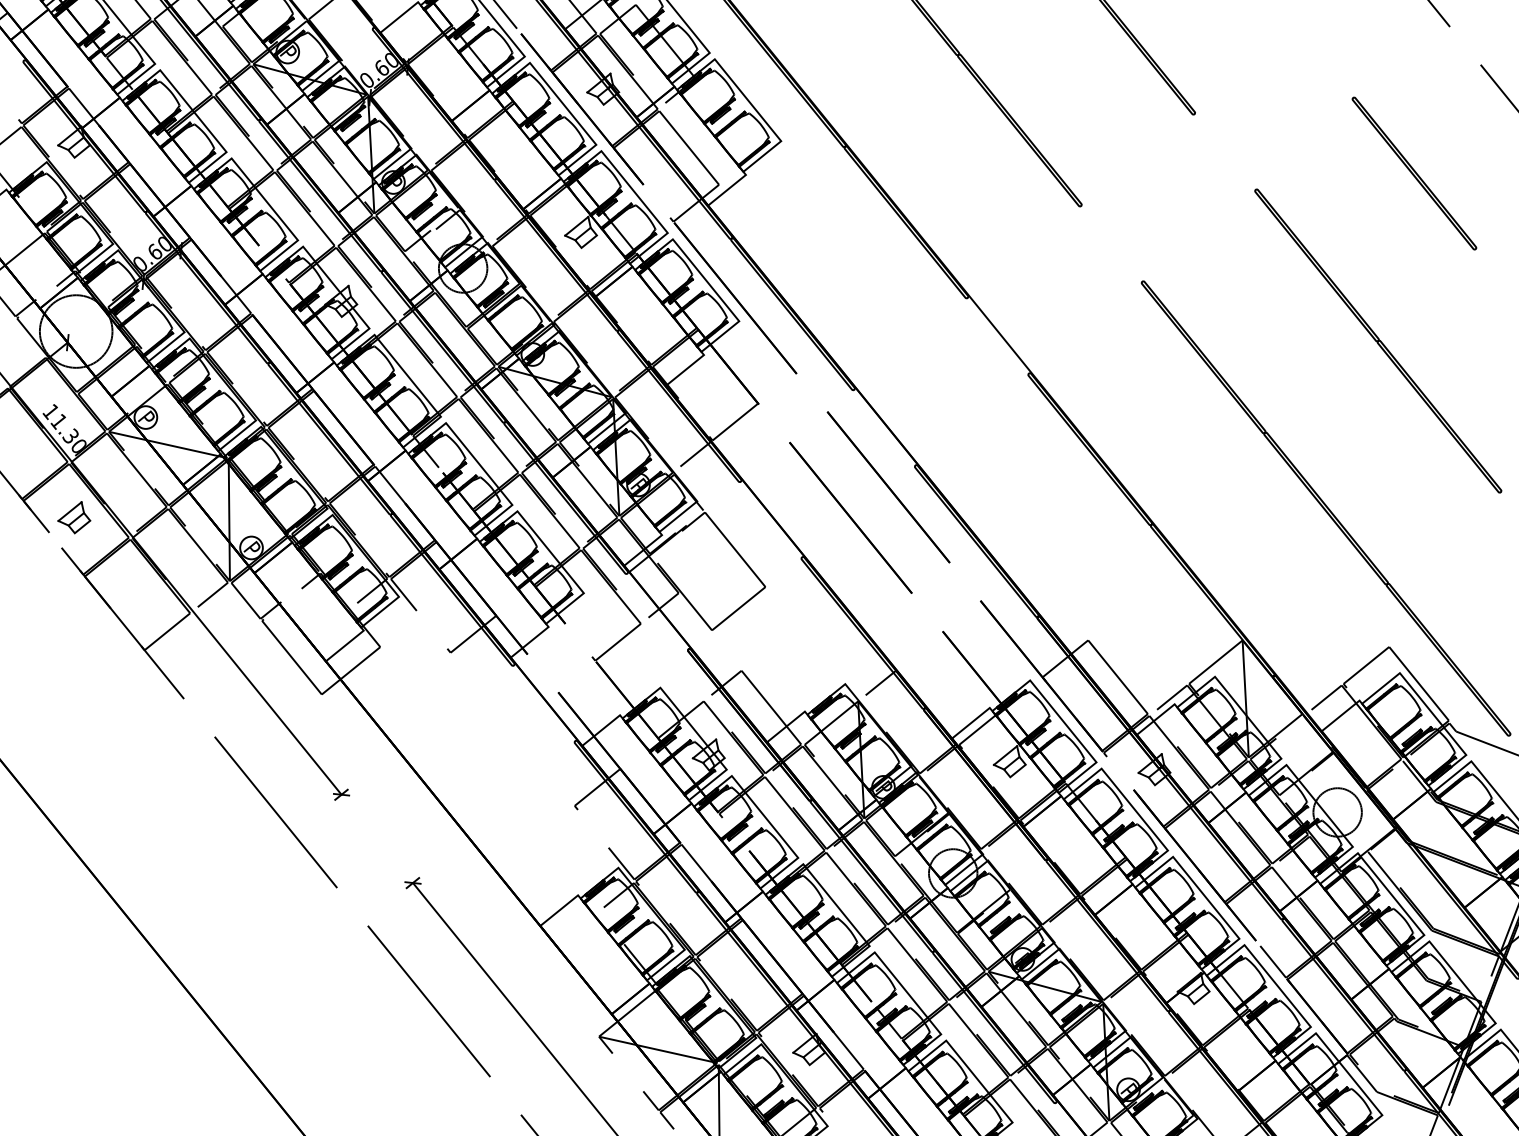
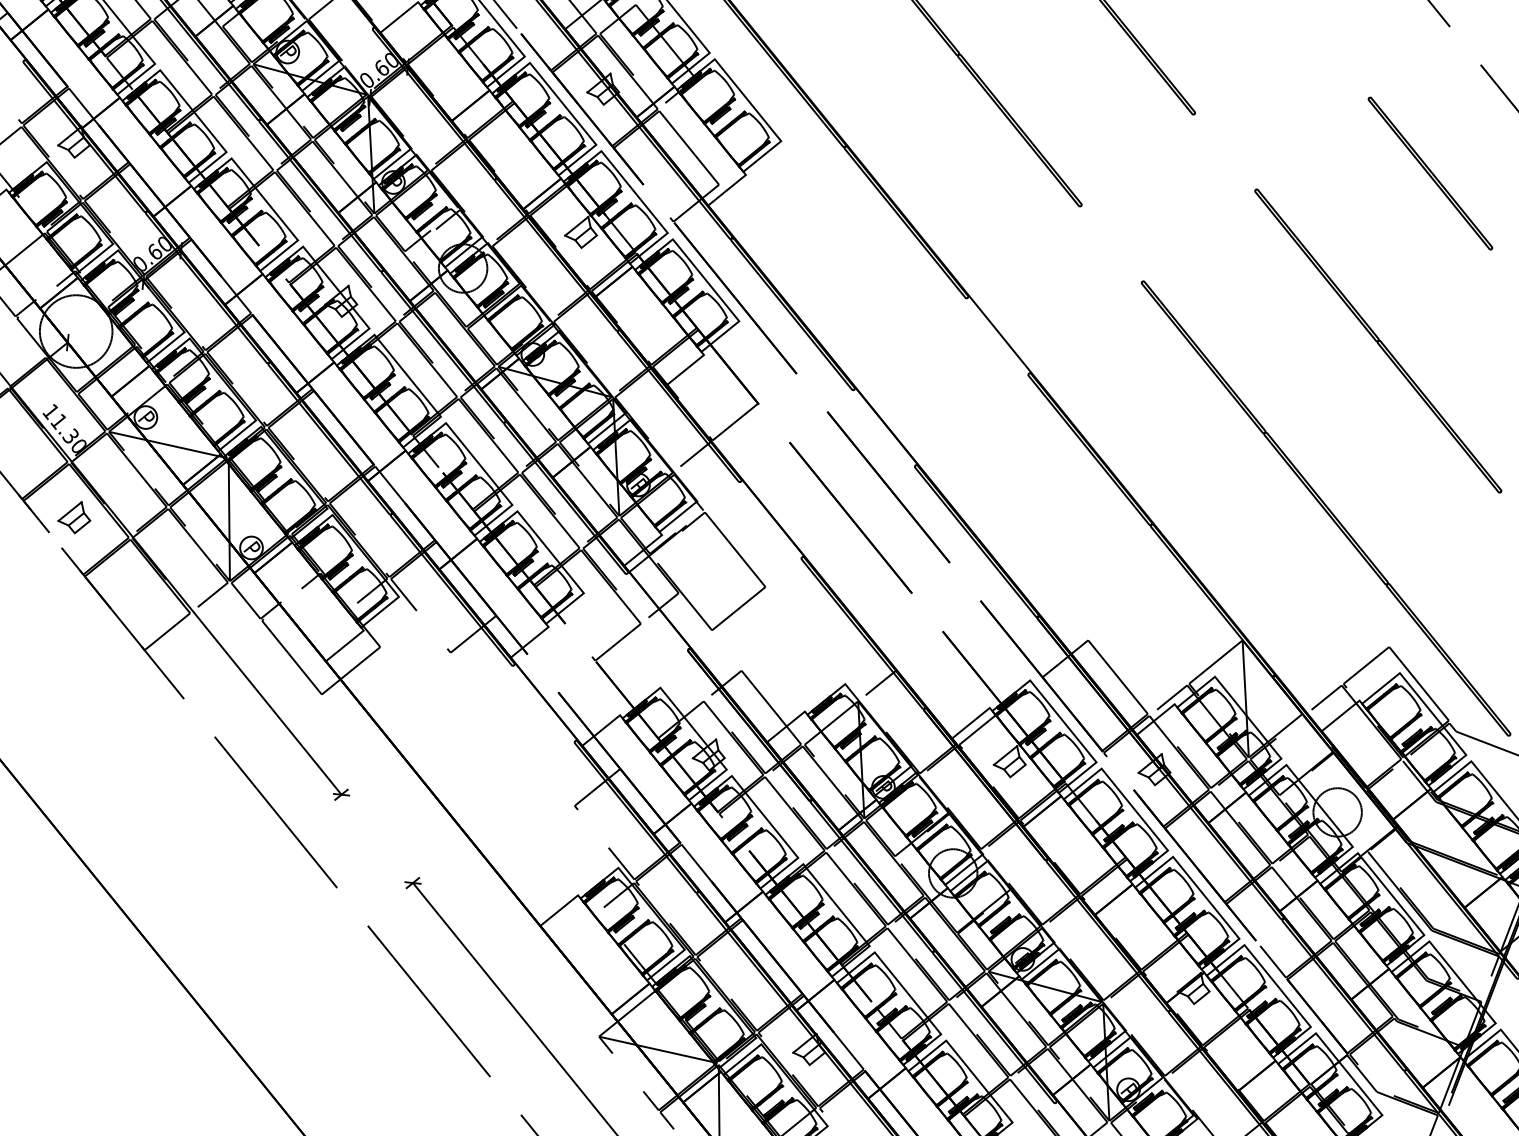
part at (1414, 173) position: (1414, 173) -> (1430, 173)
